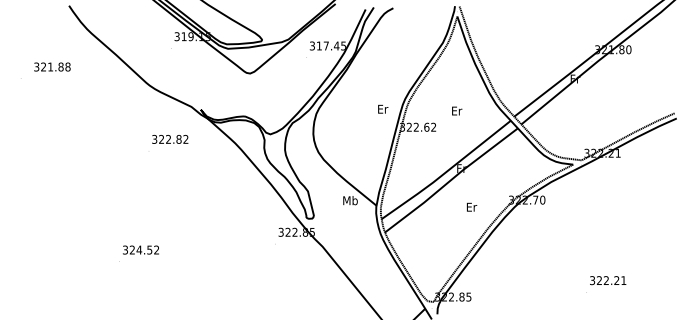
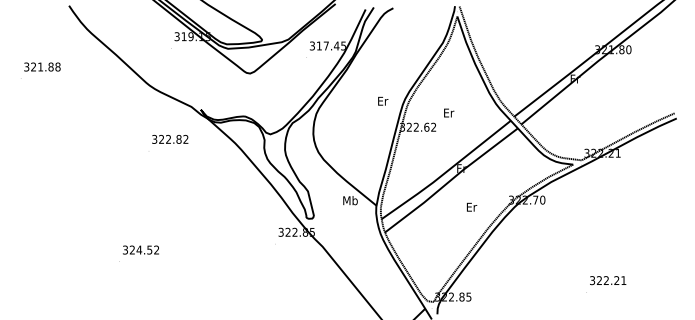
text at (52, 66) position: (52, 66) -> (42, 66)
text at (383, 108) position: (383, 108) -> (383, 100)
text at (457, 110) position: (457, 110) -> (449, 112)
